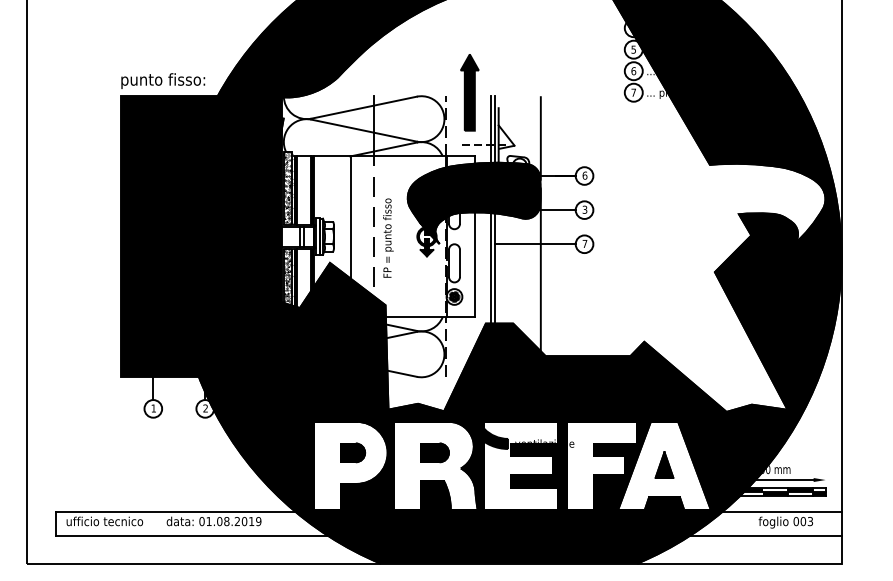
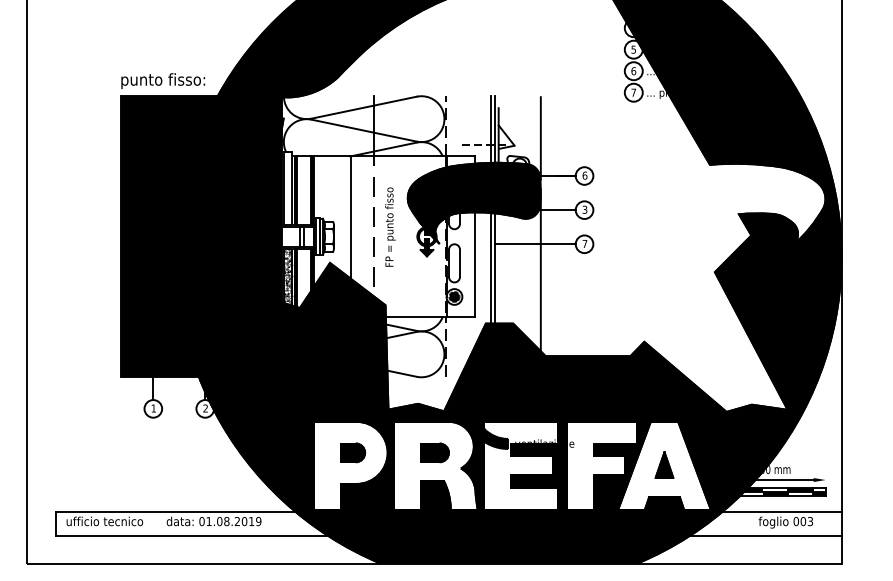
part at (469, 92): present -> none
hatch at (287, 188): present -> none
text at (388, 237) position: (388, 237) -> (390, 226)
